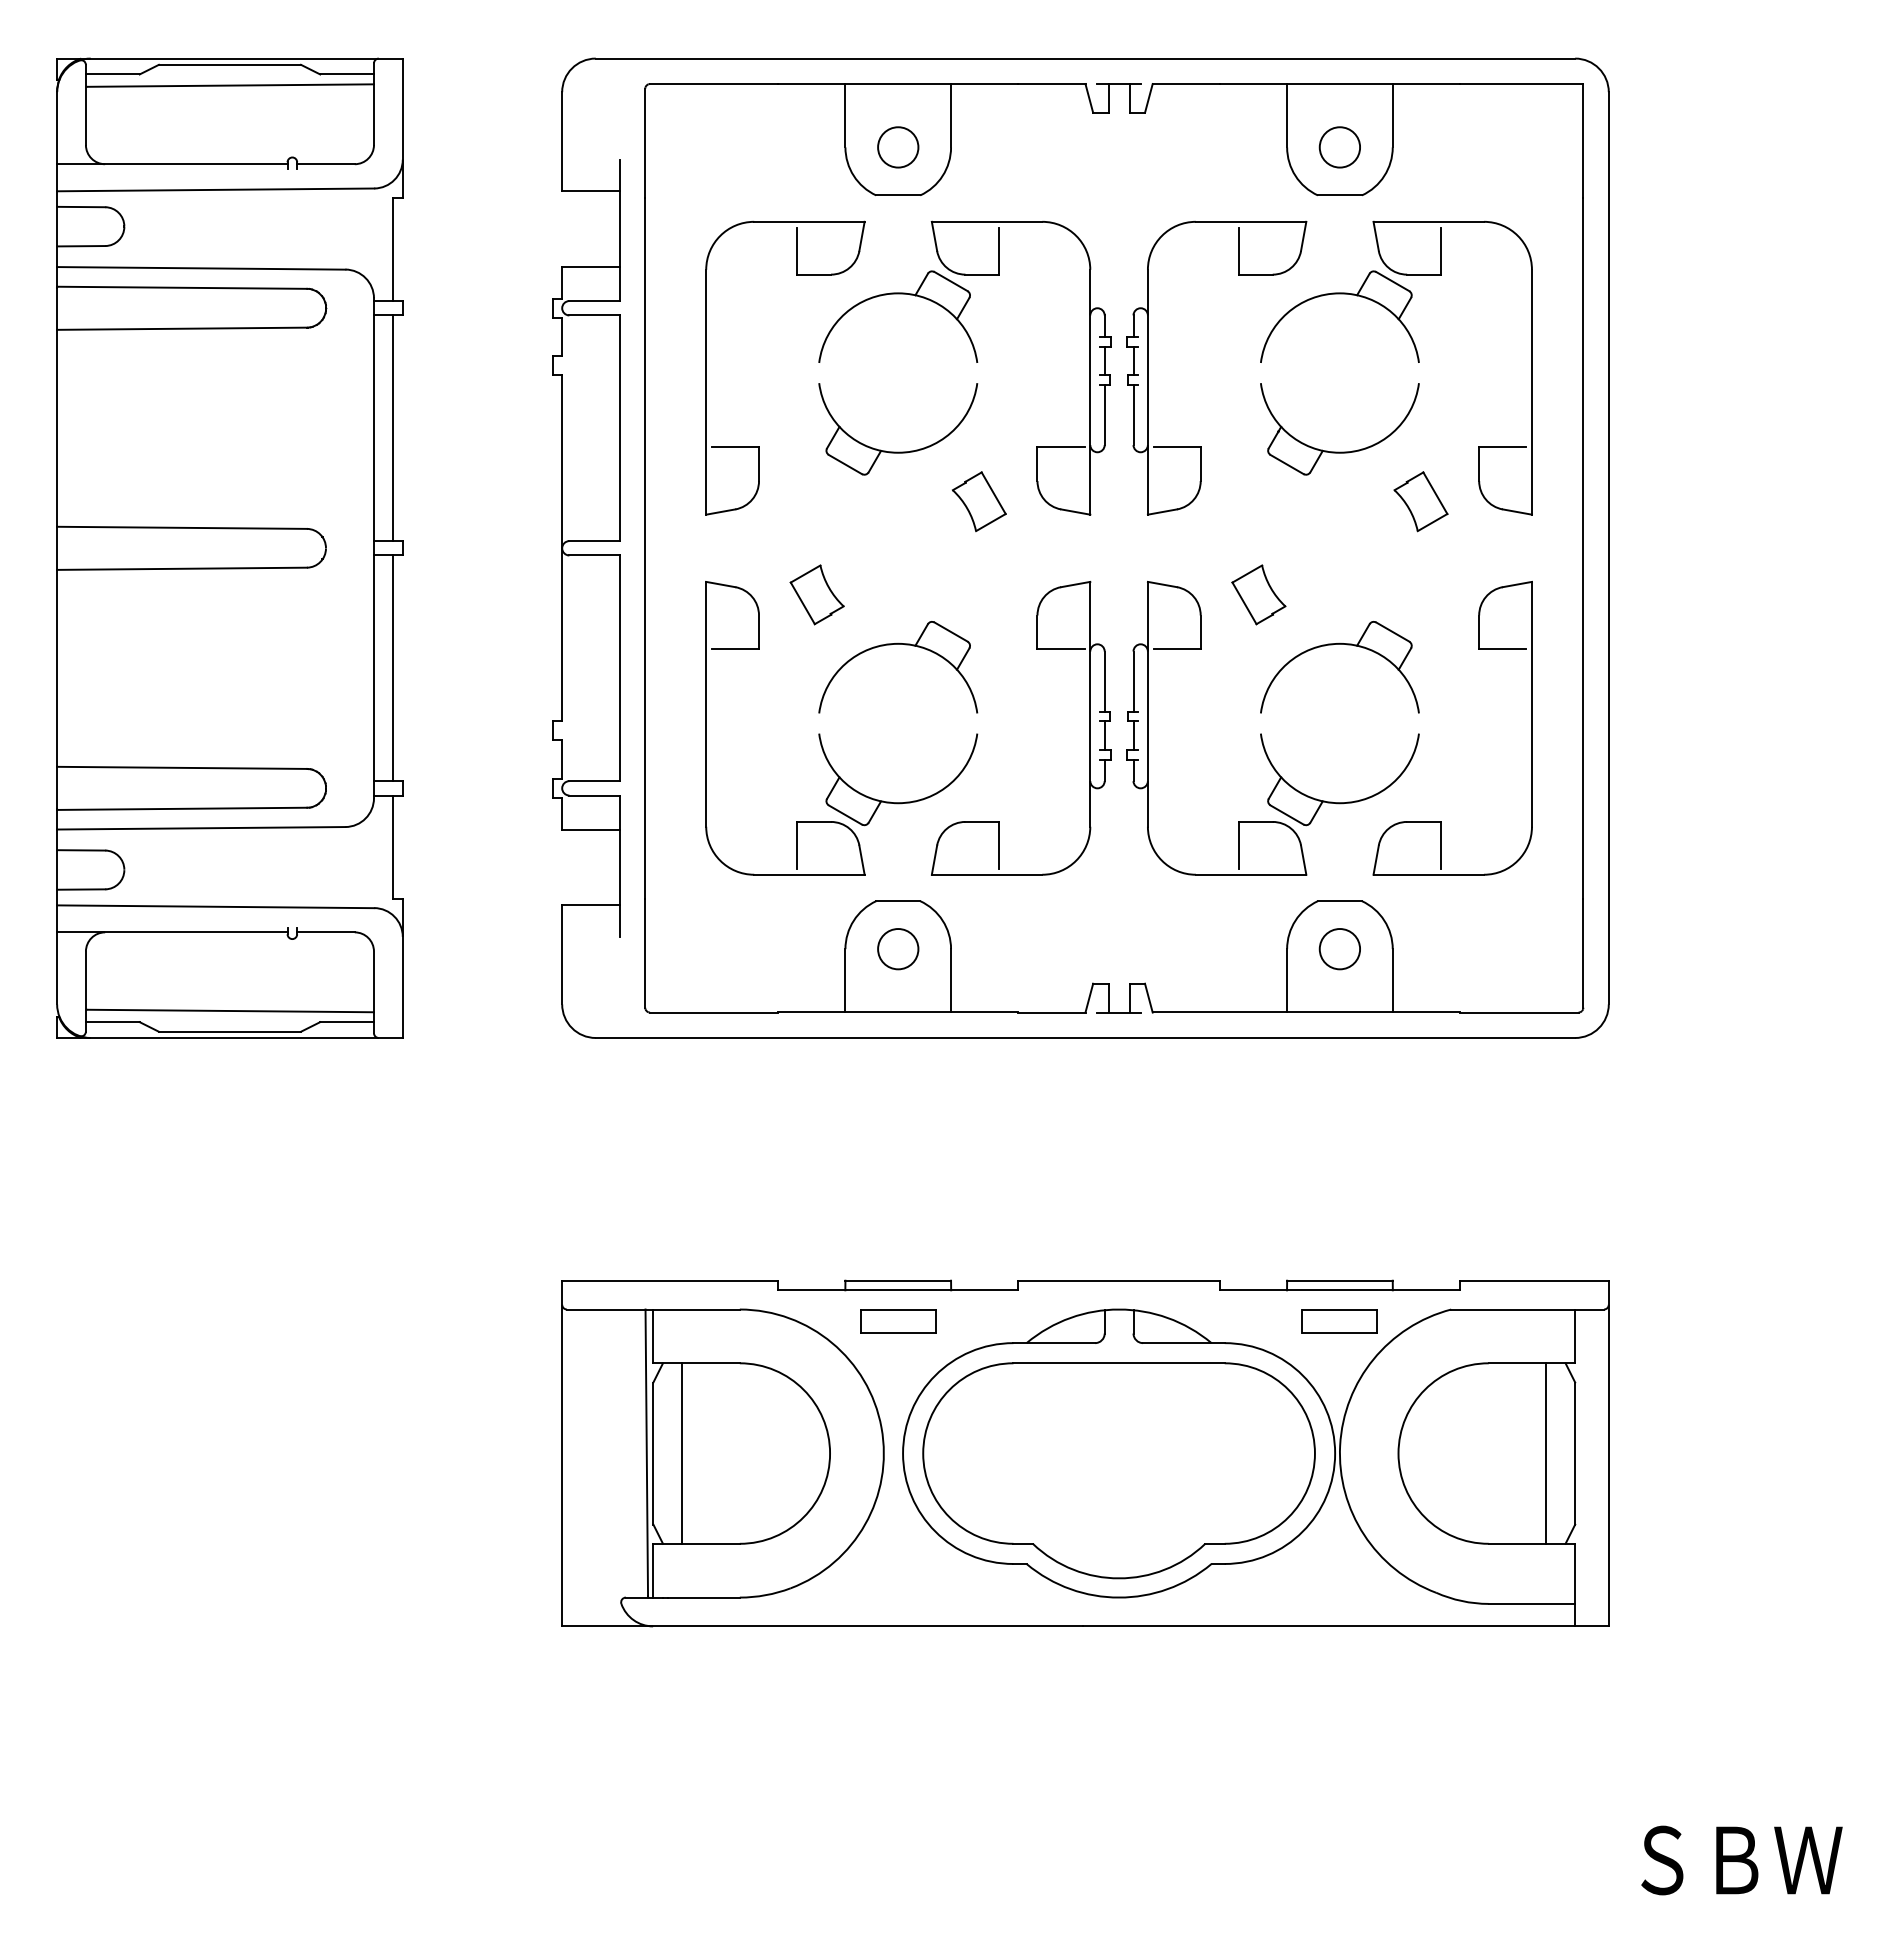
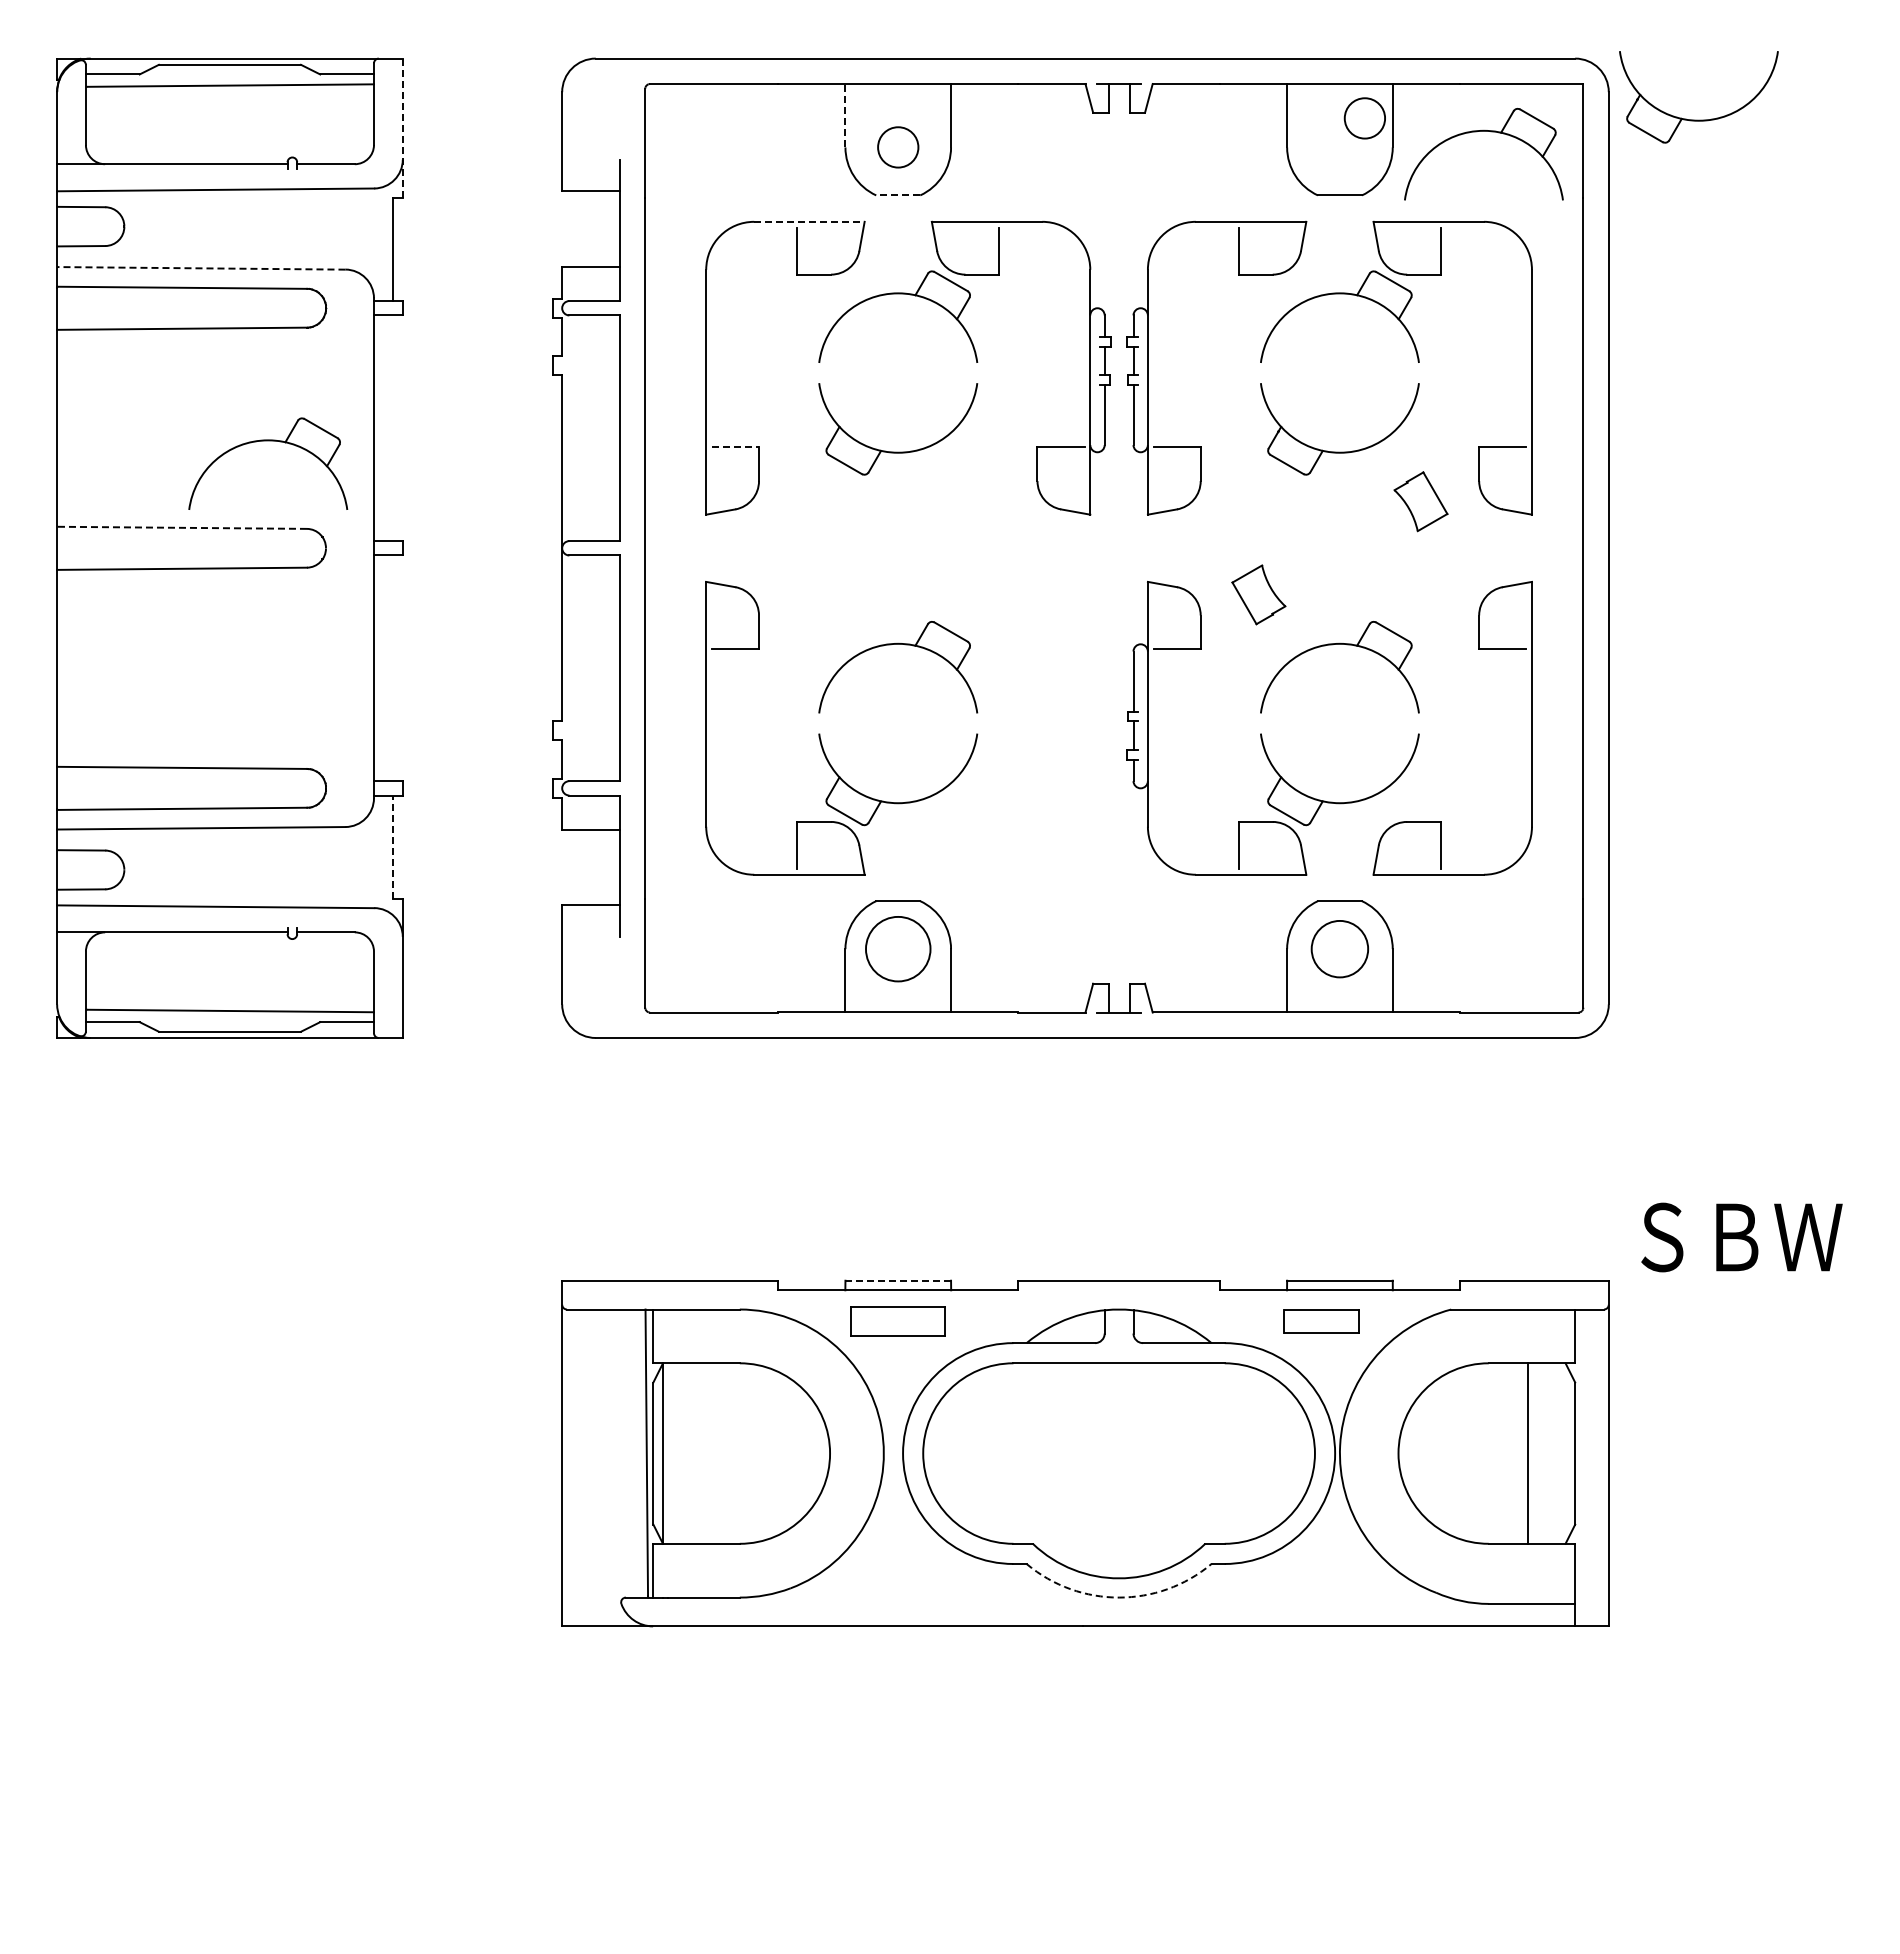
line at (845, 115): solid -> dashed
part at (1698, 119): none -> present
line at (402, 128): solid -> dashed
part at (1483, 131): none -> present
circle at (1339, 147) position: (1339, 147) -> (1364, 118)
line at (898, 195): solid -> dashed
line at (809, 221): solid -> dashed
line at (200, 268): solid -> dashed
line at (393, 428): present -> none
part at (268, 441): none -> present
line at (735, 447): solid -> dashed
part at (979, 501): present -> none
line at (182, 527): solid -> dashed
part at (816, 594): present -> none
line at (393, 668): present -> none
part at (1089, 728): present -> none
line at (393, 847): solid -> dashed
circle at (898, 949) diameter: 40 px -> 65 px
circle at (1339, 949) diameter: 40 px -> 56 px
line at (898, 1280): solid -> dashed
part at (898, 1321) size: 77x25 px -> 96x31 px
part at (1339, 1321) position: (1339, 1321) -> (1321, 1321)
line at (682, 1453) position: (682, 1453) -> (663, 1453)
line at (1546, 1453) position: (1546, 1453) -> (1528, 1453)
arc at (1119, 1597): solid -> dashed
text at (1741, 1860) position: (1741, 1860) -> (1741, 1237)
